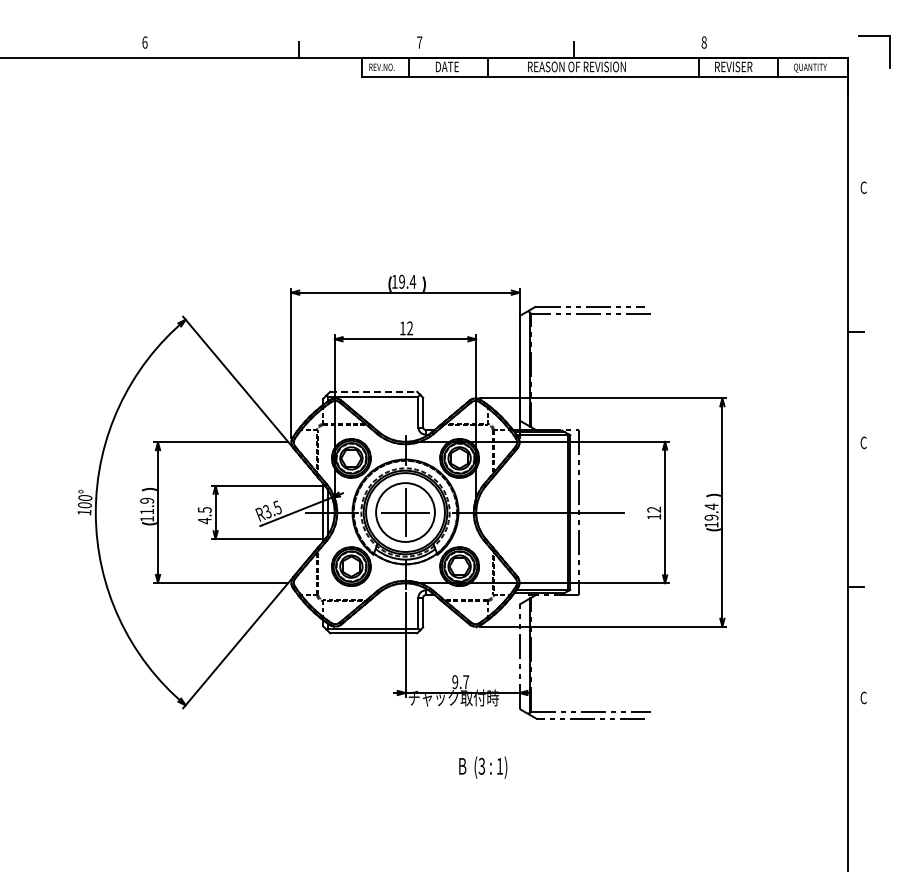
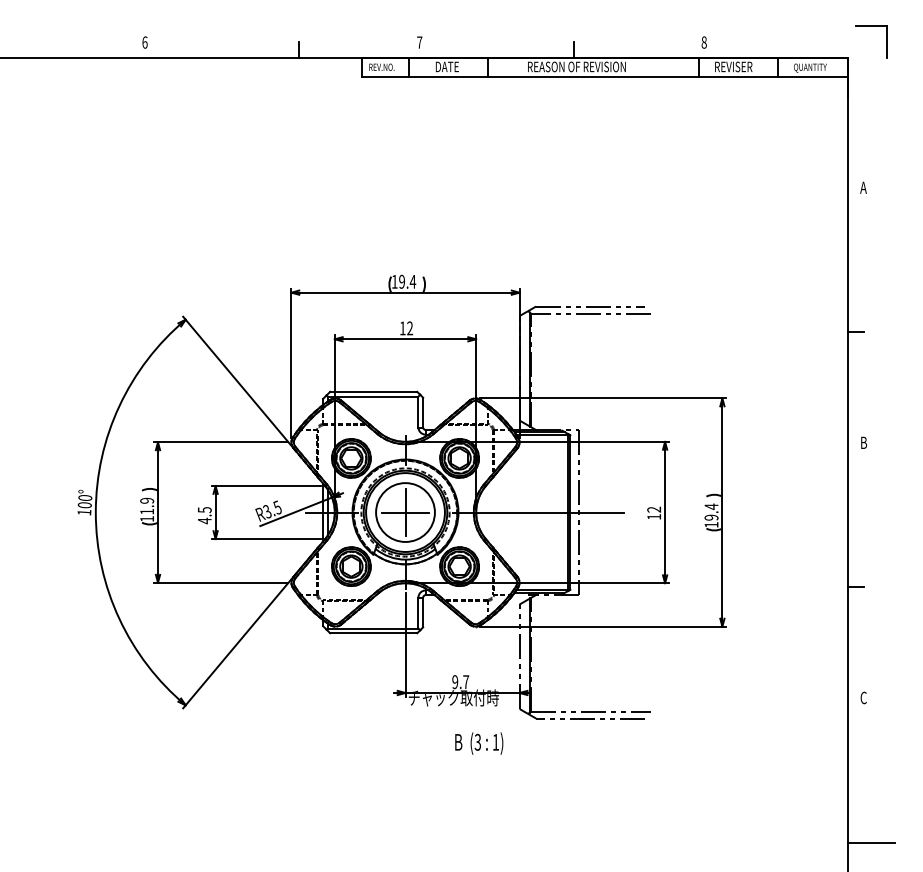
part at (874, 36) position: (874, 36) -> (871, 26)
text at (863, 187): C -> A
line at (373, 391): dashed -> solid
text at (863, 442): C -> B
text at (483, 767) position: (483, 767) -> (479, 743)
line at (871, 842): none -> present
